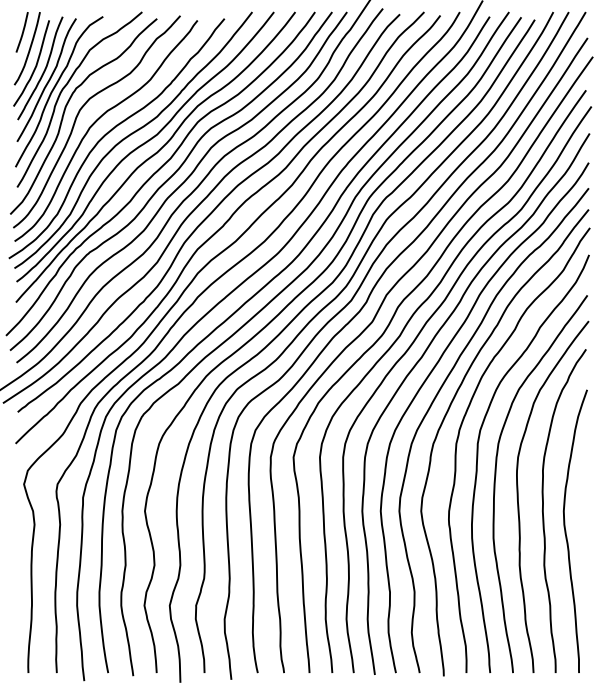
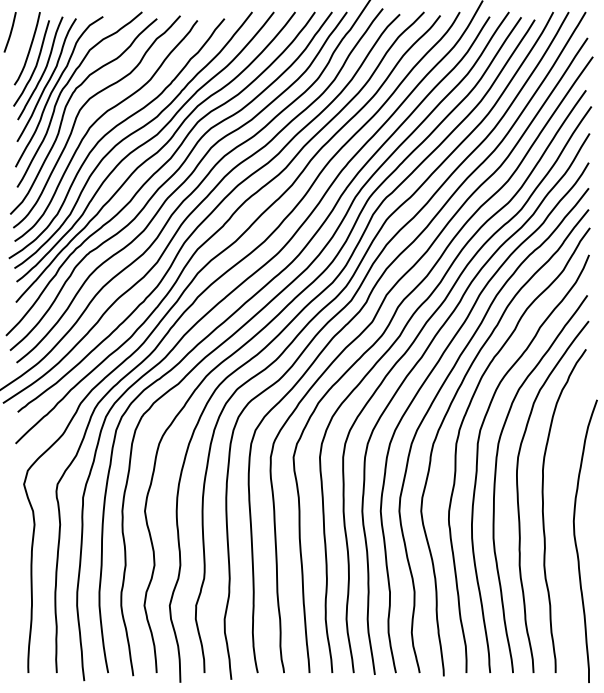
line at (22, 32) position: (22, 32) -> (10, 32)
curve at (566, 530) position: (566, 530) -> (576, 540)
